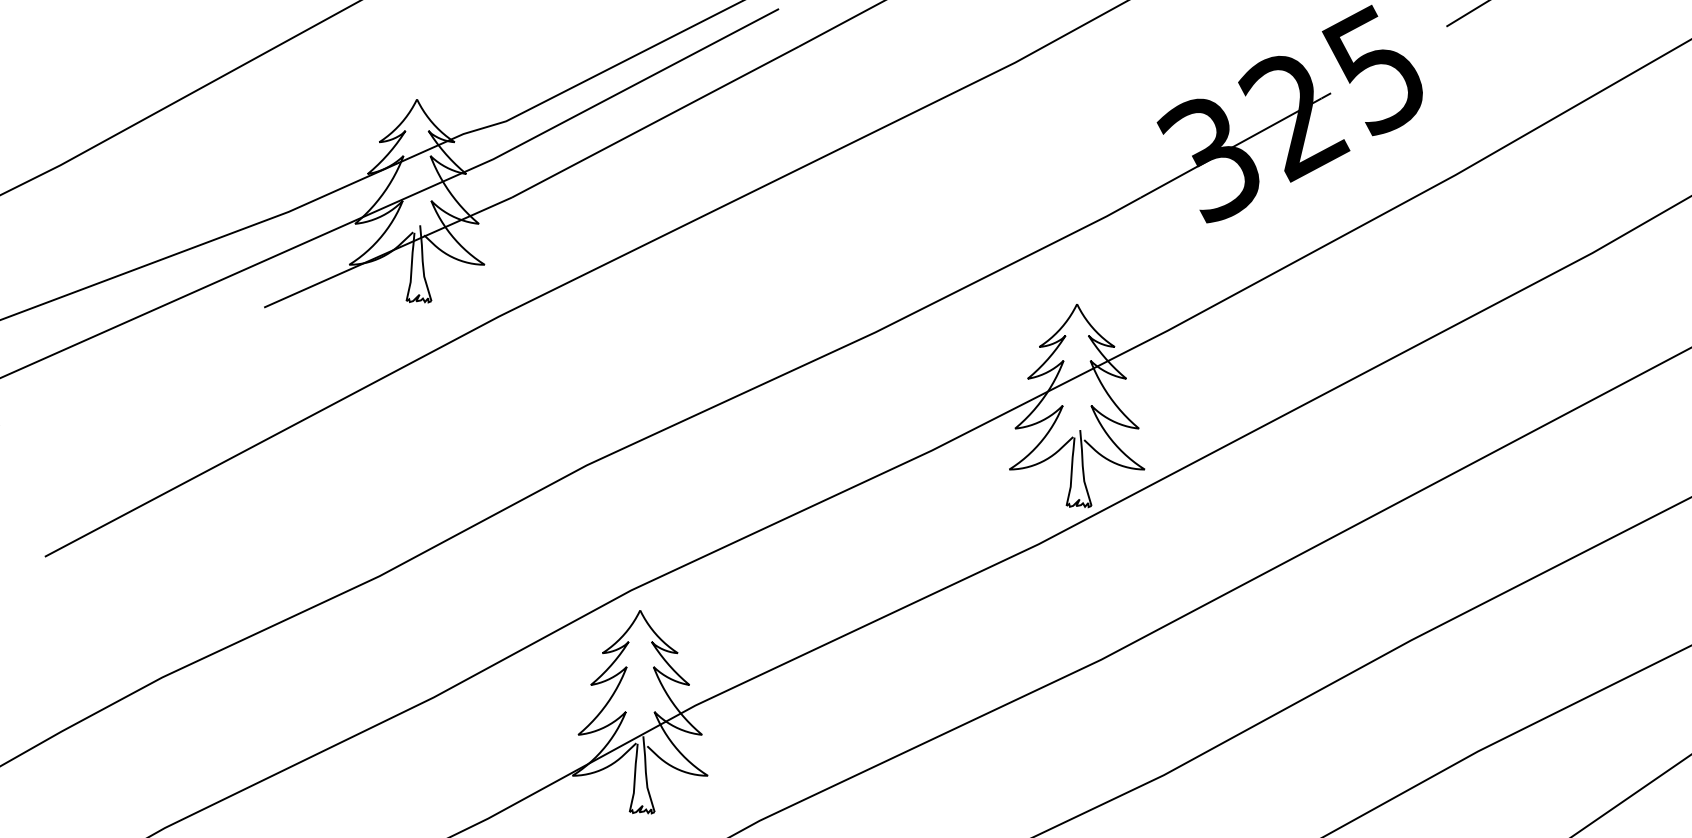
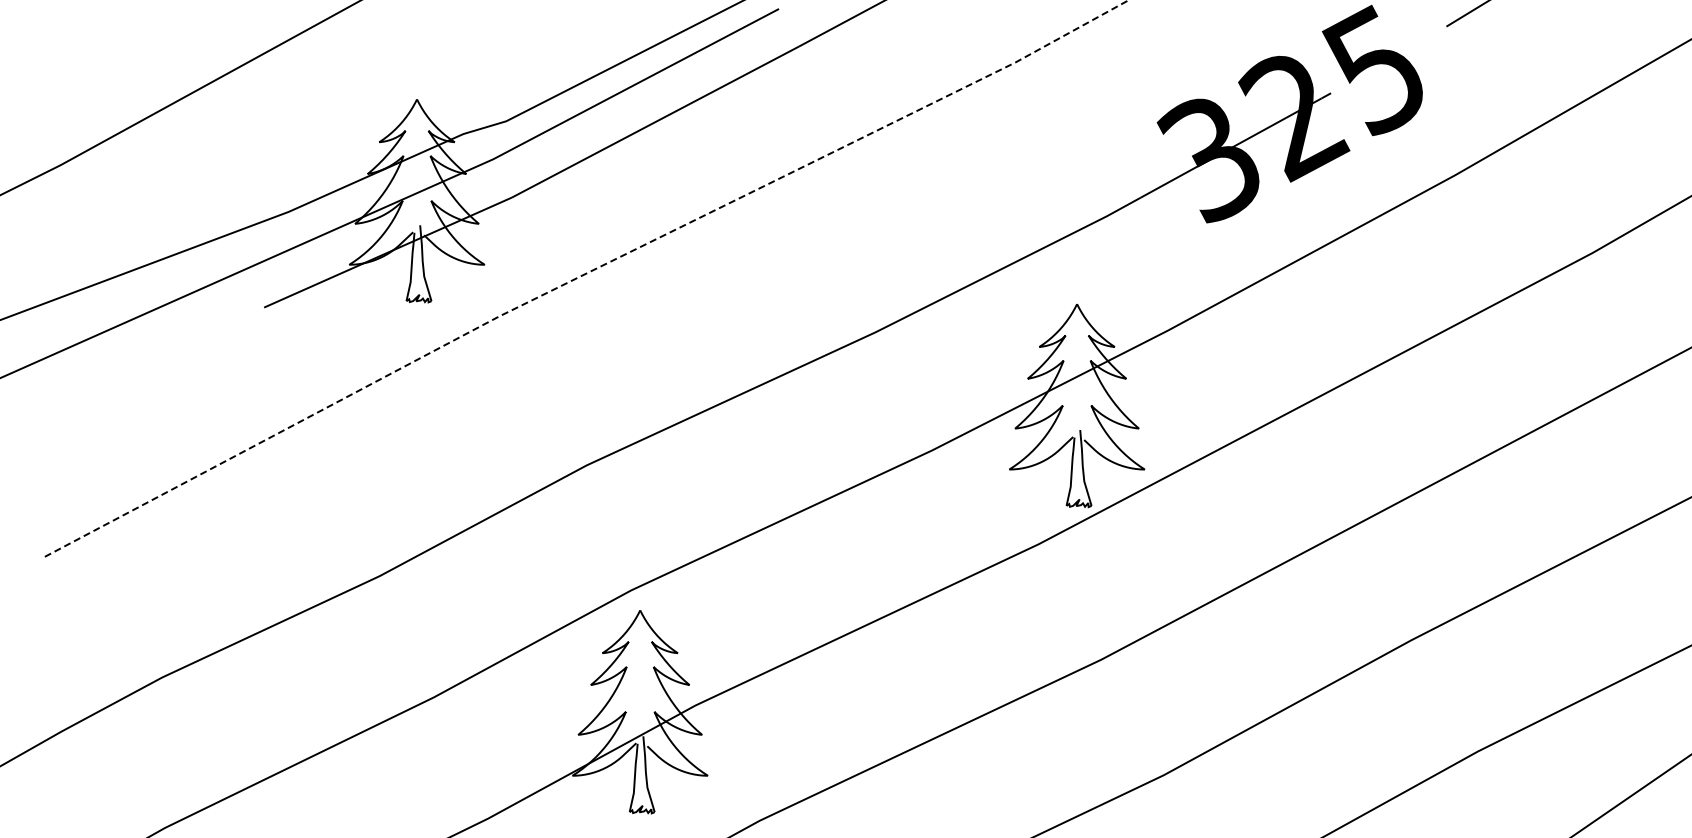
line at (584, 274): solid -> dashed
